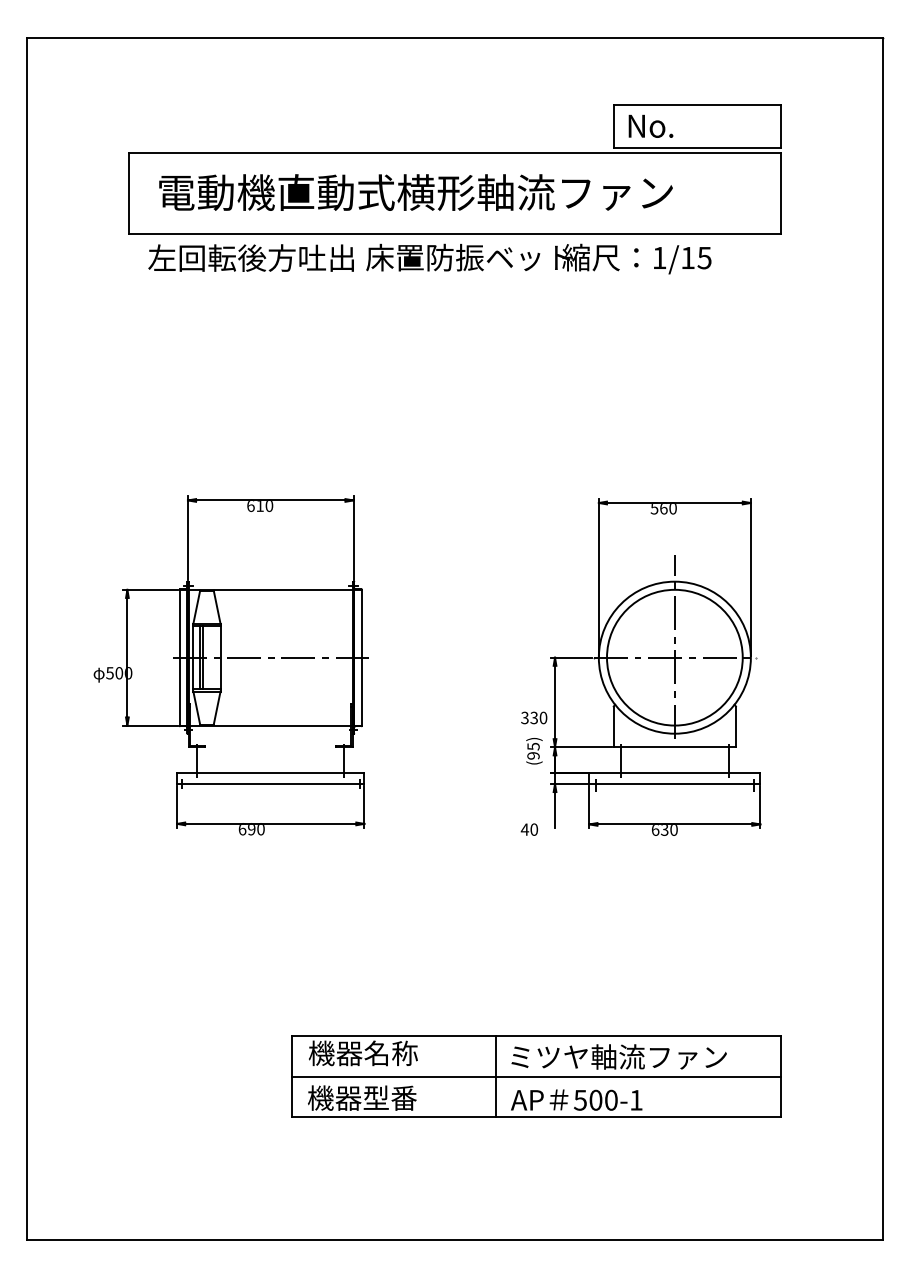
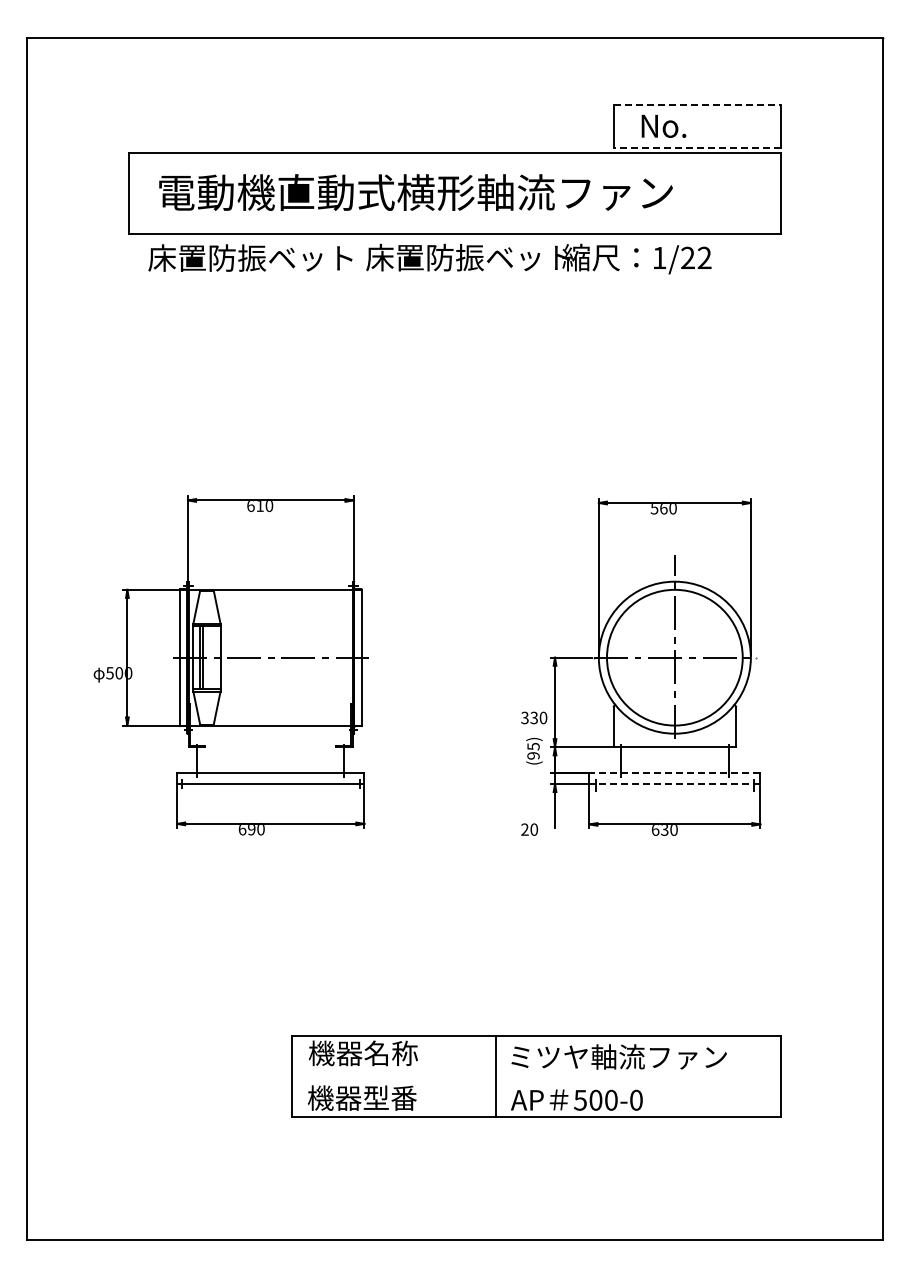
line at (697, 104): solid -> dashed
text at (650, 125) position: (650, 125) -> (663, 125)
line at (696, 147): solid -> dashed
text at (250, 257): 左回転後方吐出 -> 床置防振ベット
text at (696, 257): 1/15 -> 1/22
line at (674, 773): solid -> dashed
line at (674, 783): solid -> dashed
text at (524, 829): 40 -> 20
line at (536, 1076): present -> none
text at (636, 1099): 500-1 -> 500-0
